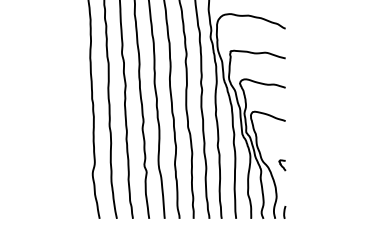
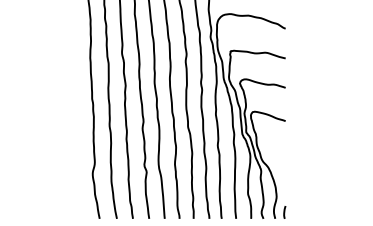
curve at (282, 165): present -> none
